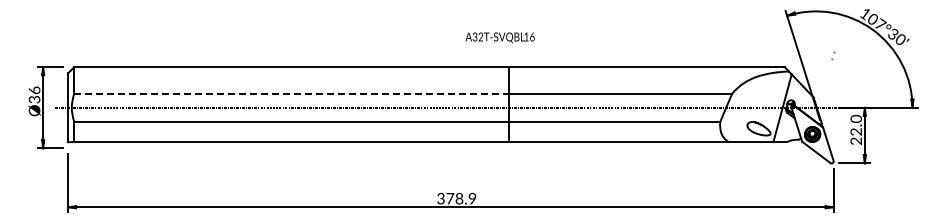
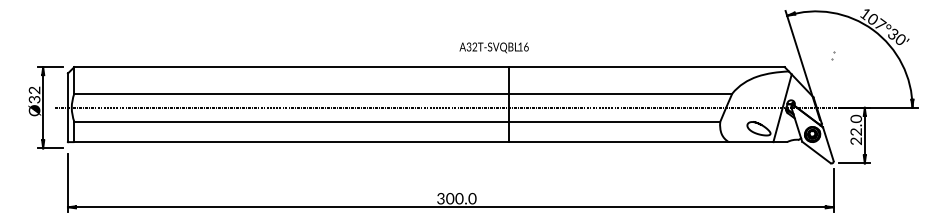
text at (499, 37) position: (499, 37) -> (493, 47)
text at (34, 90): Ø36 -> Ø32
line at (291, 93): dashed -> solid
text at (461, 198): 378.9 -> 300.0
